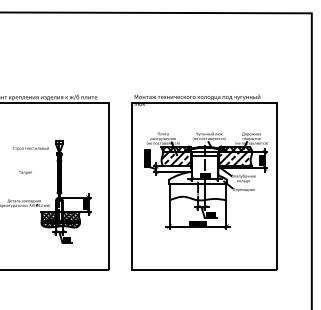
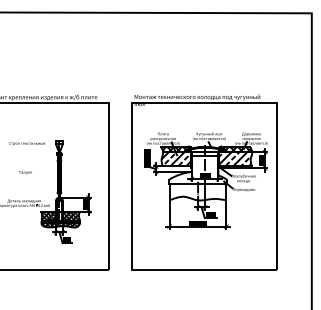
text at (30, 148) position: (30, 148) -> (26, 143)
